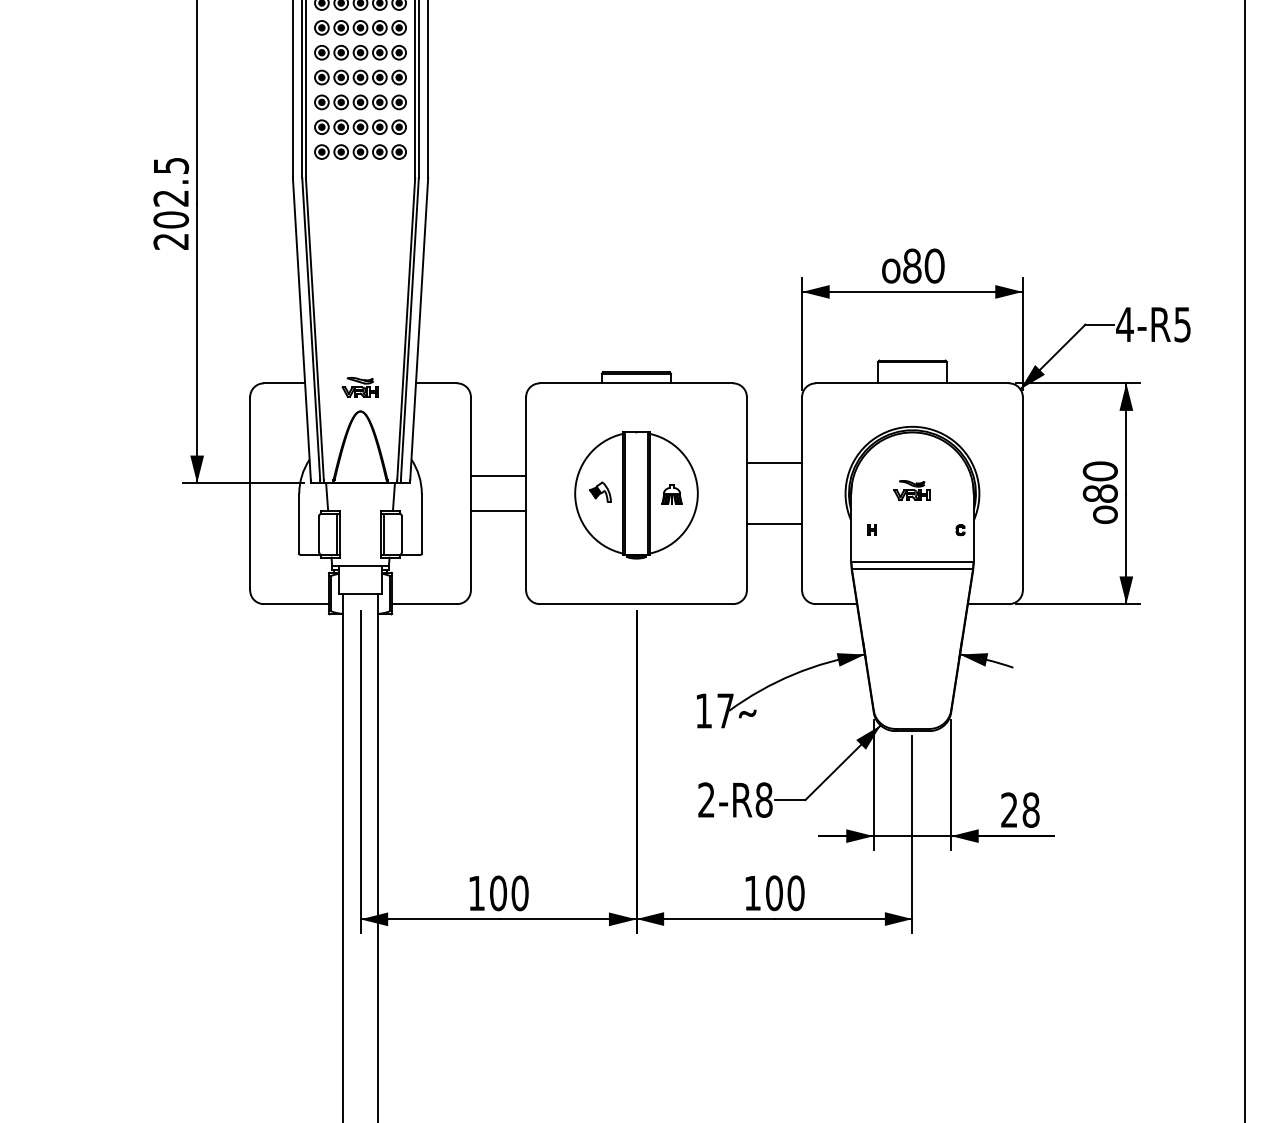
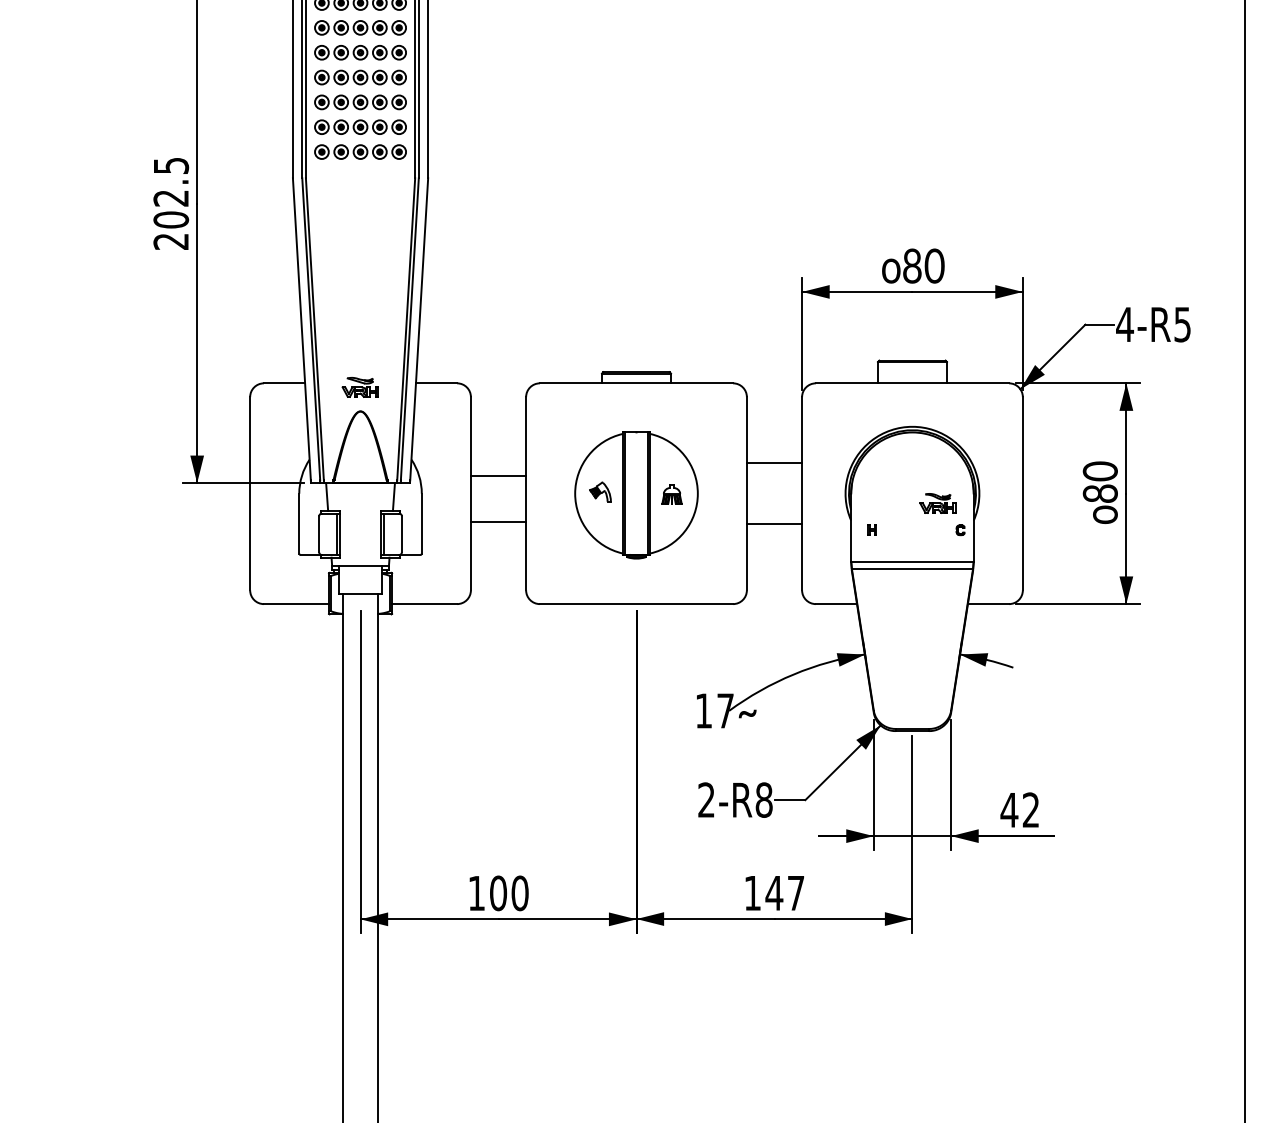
part at (911, 490) position: (911, 490) -> (937, 503)
line at (498, 511) position: (498, 511) -> (498, 522)
text at (1019, 809): 28 -> 42
text at (784, 893): 100 -> 147
